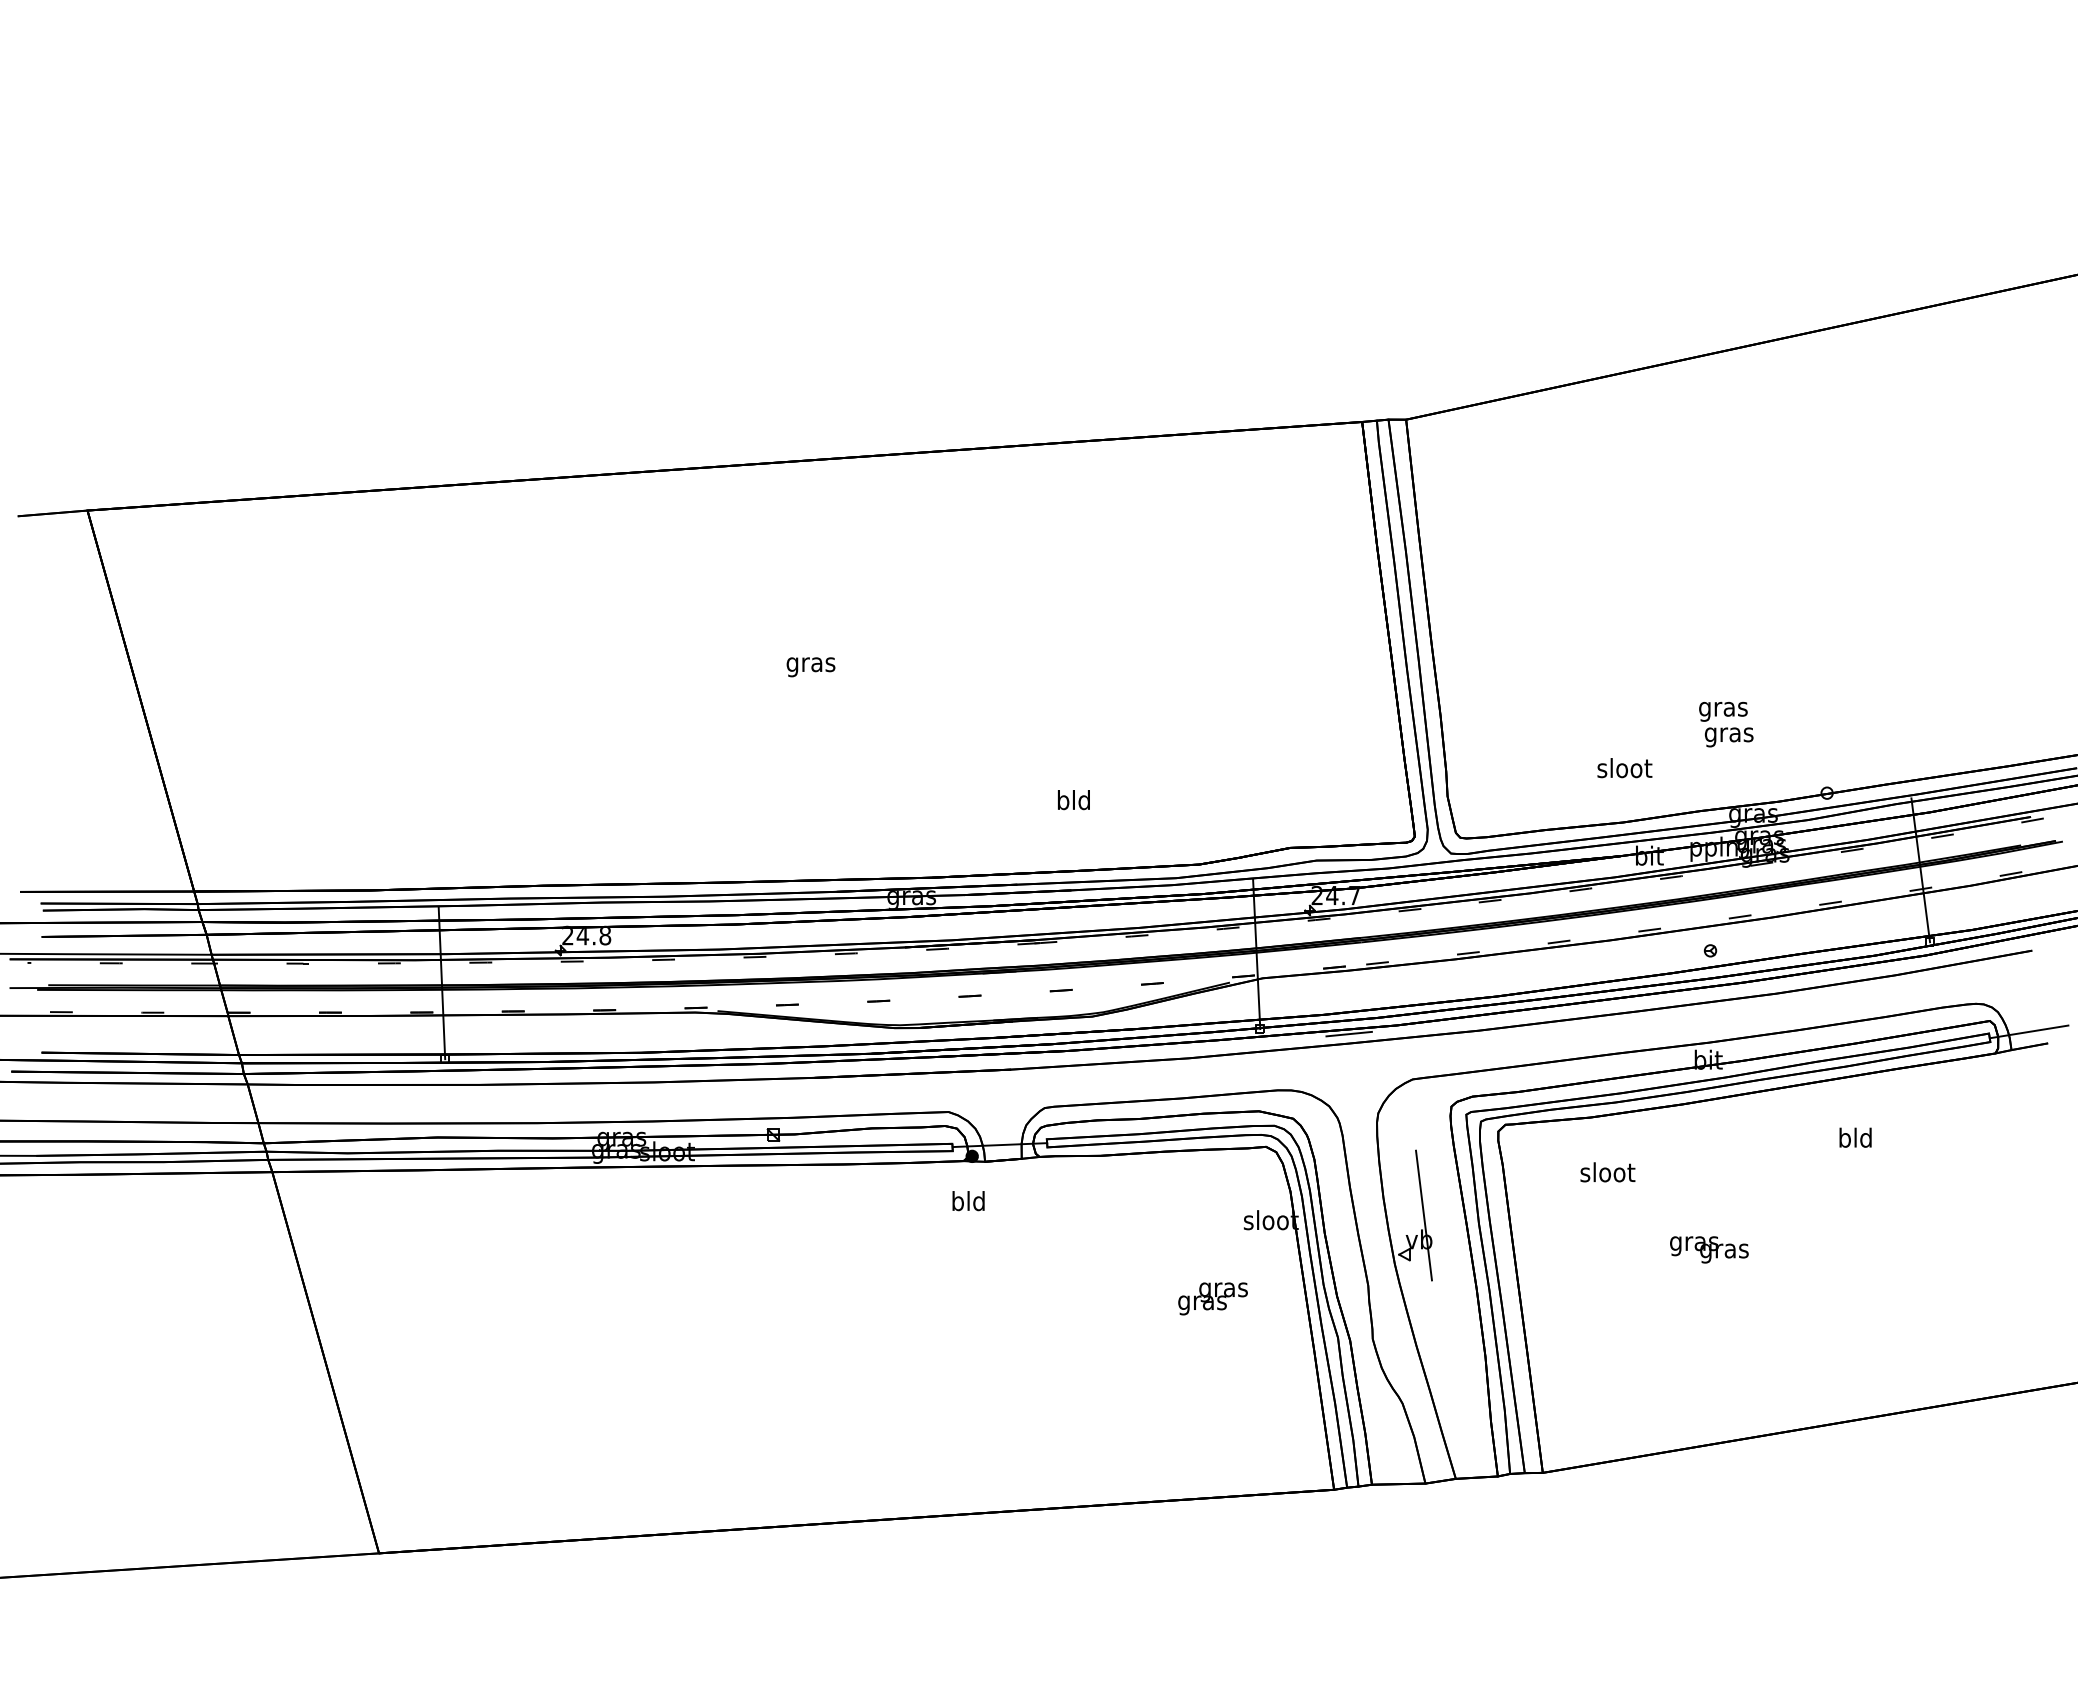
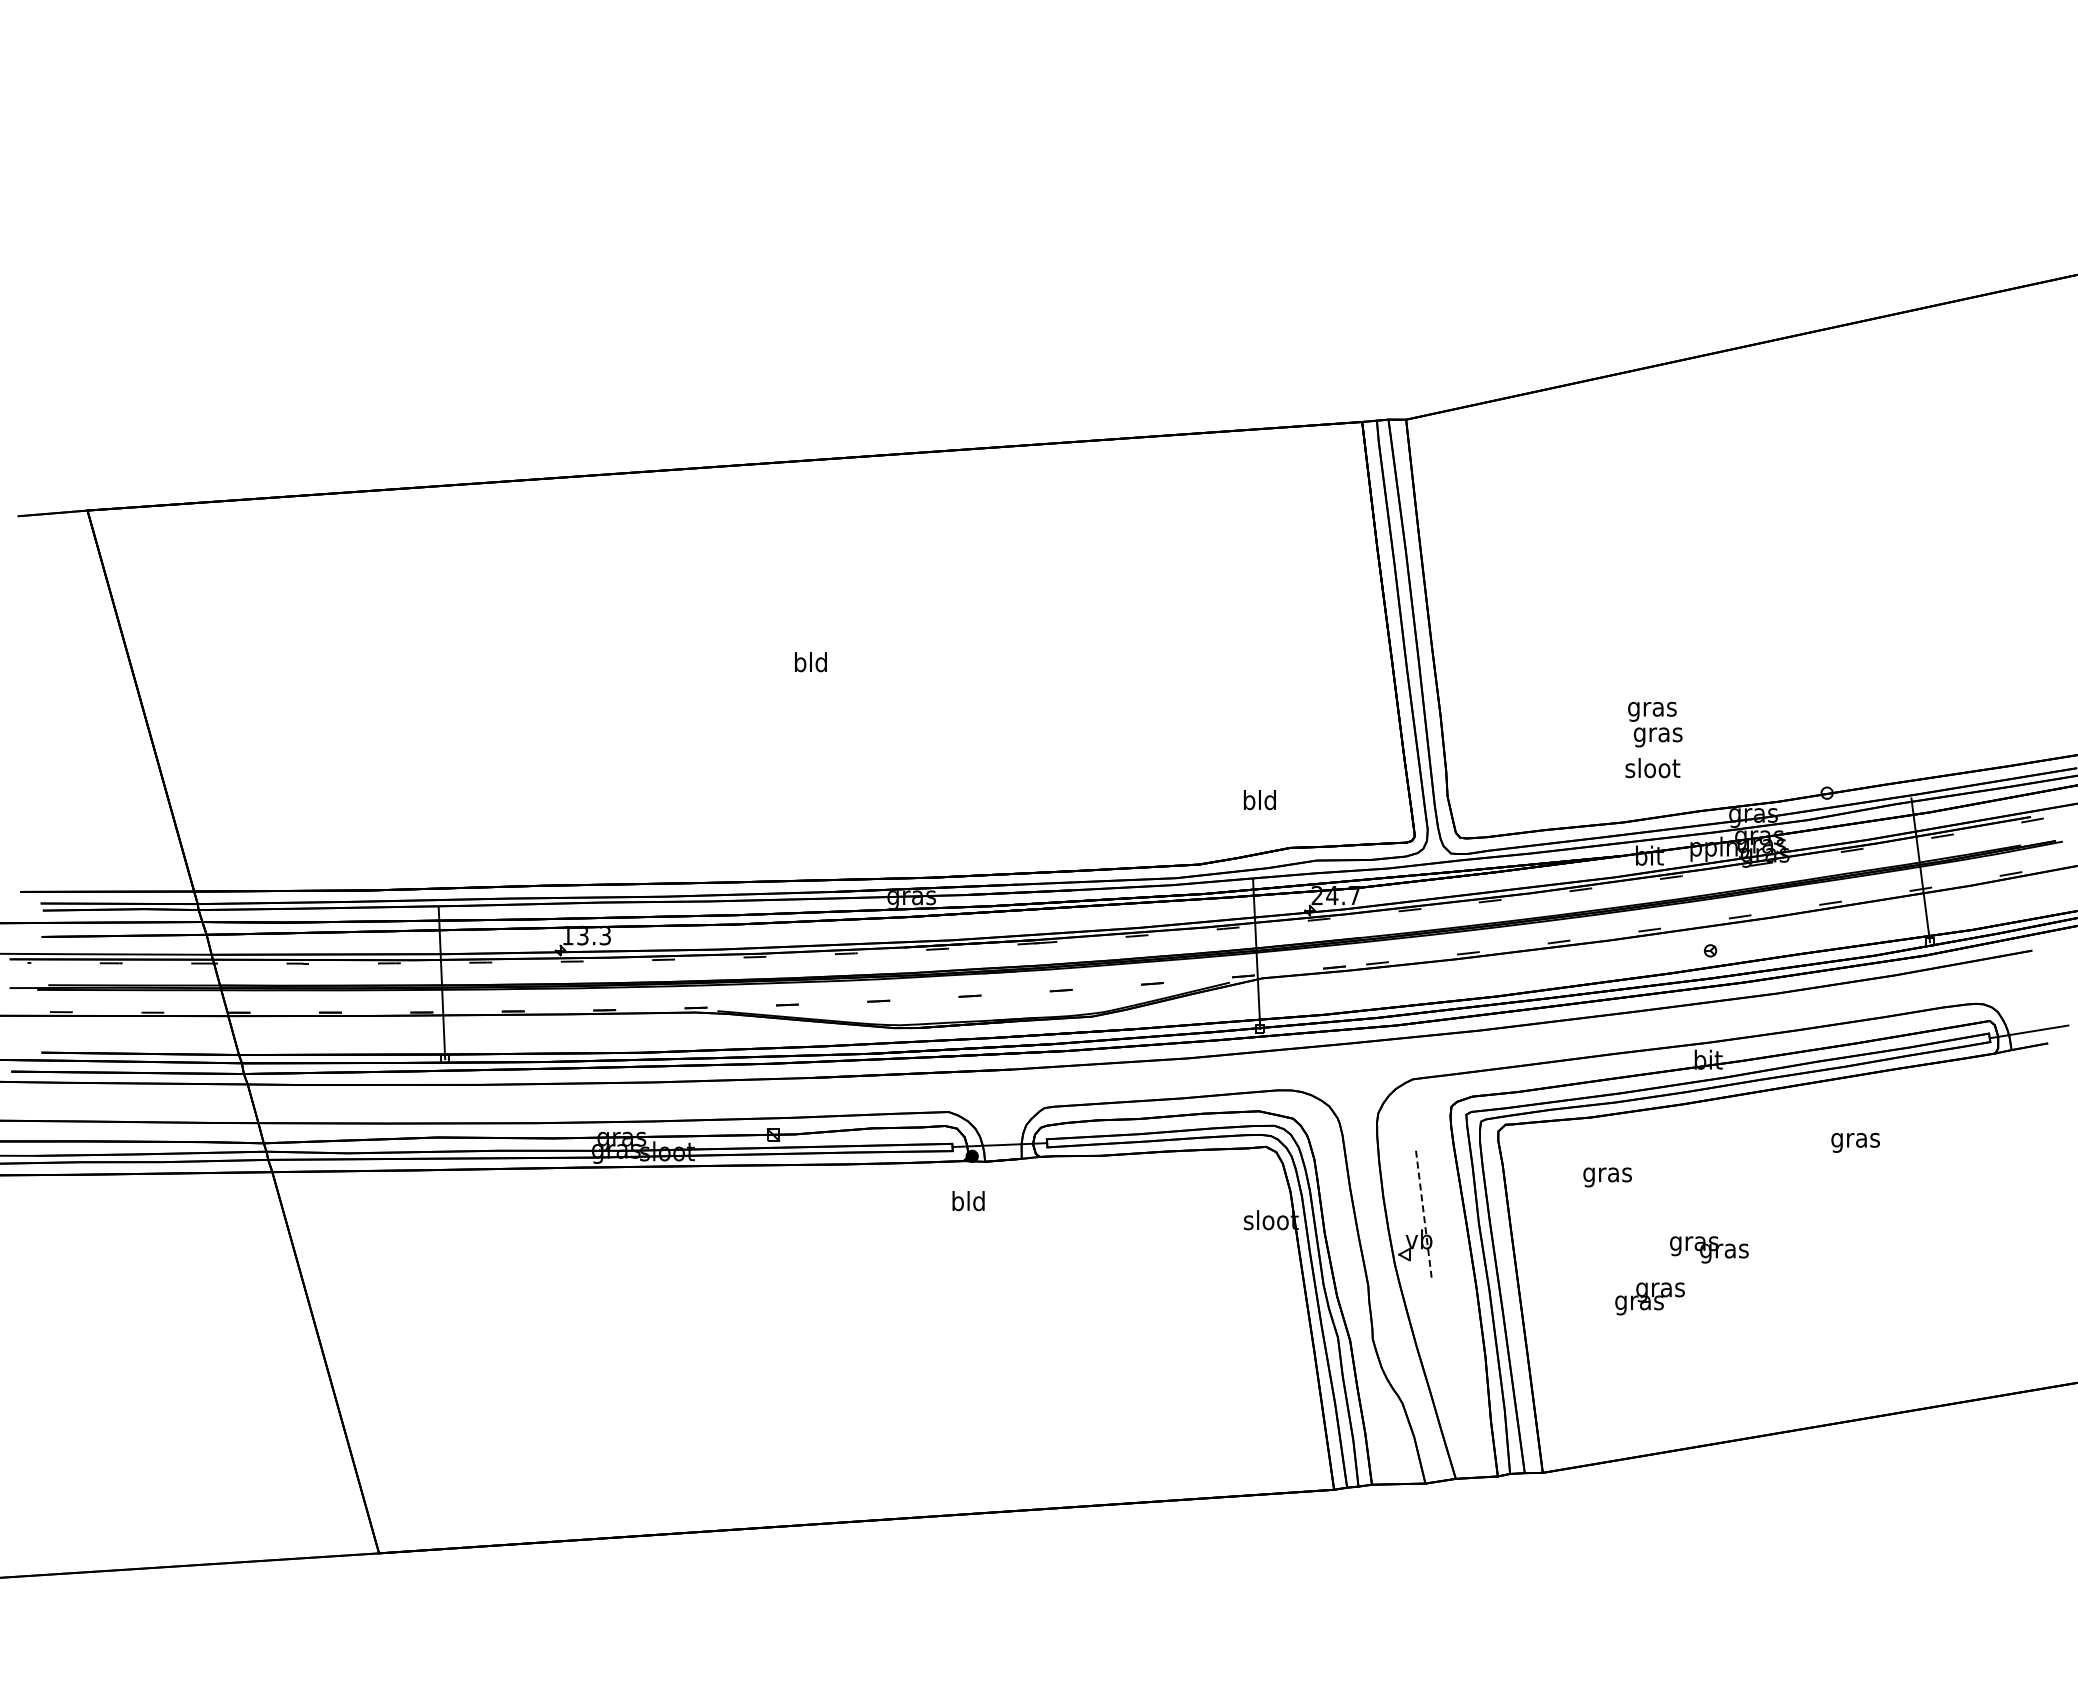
text at (810, 664): gras -> bld
text at (1726, 724) position: (1726, 724) -> (1655, 724)
text at (1624, 768) position: (1624, 768) -> (1652, 768)
text at (1073, 800) position: (1073, 800) -> (1259, 800)
text at (586, 935): 24.8 -> 13.3
line at (1348, 1033): present -> none
text at (1855, 1139): bld -> gras
text at (1607, 1174): sloot -> gras
line at (1424, 1216): solid -> dashed
text at (1212, 1298) position: (1212, 1298) -> (1649, 1298)
